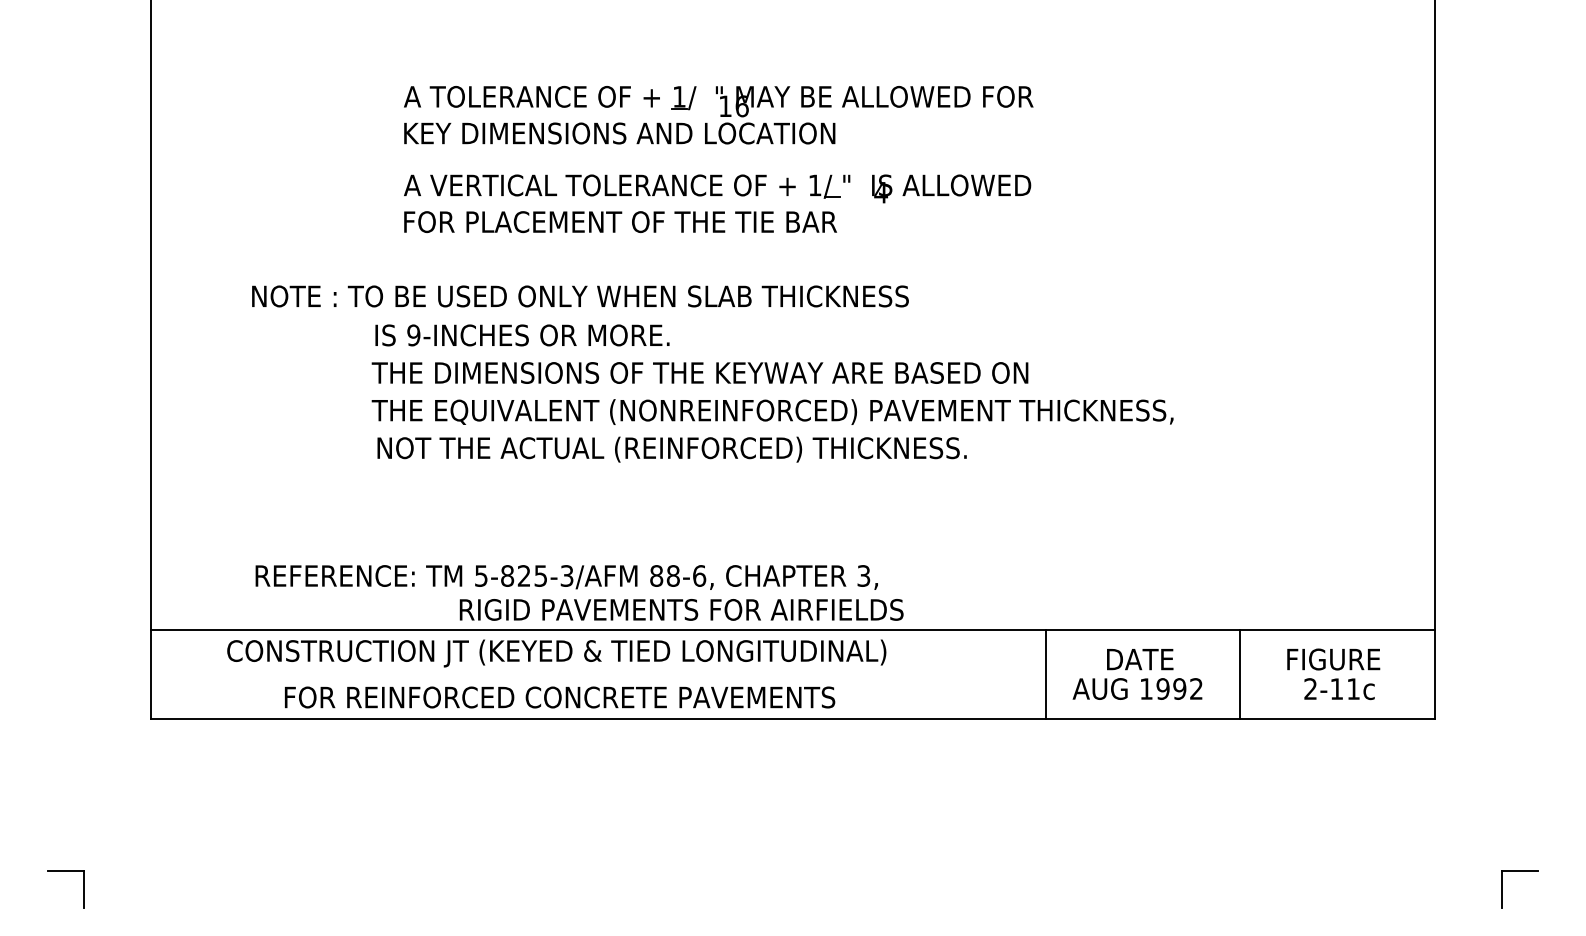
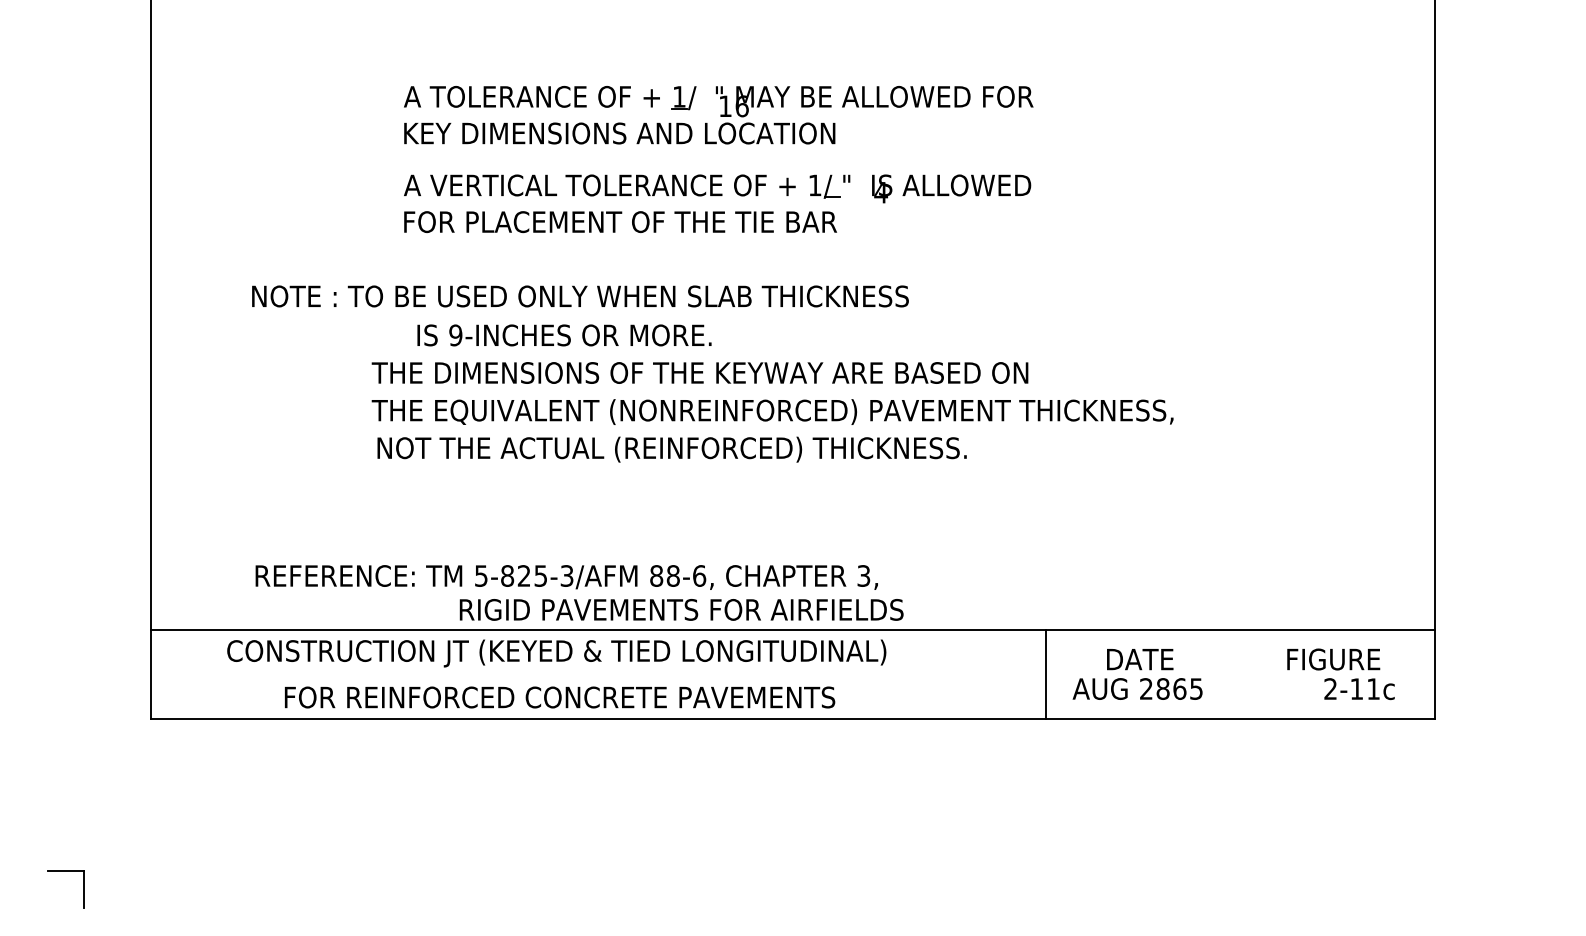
text at (522, 335) position: (522, 335) -> (564, 335)
line at (1240, 674): present -> none
text at (1171, 688): 1992 -> 2865
text at (1339, 689) position: (1339, 689) -> (1359, 689)
part at (1502, 889): present -> none
